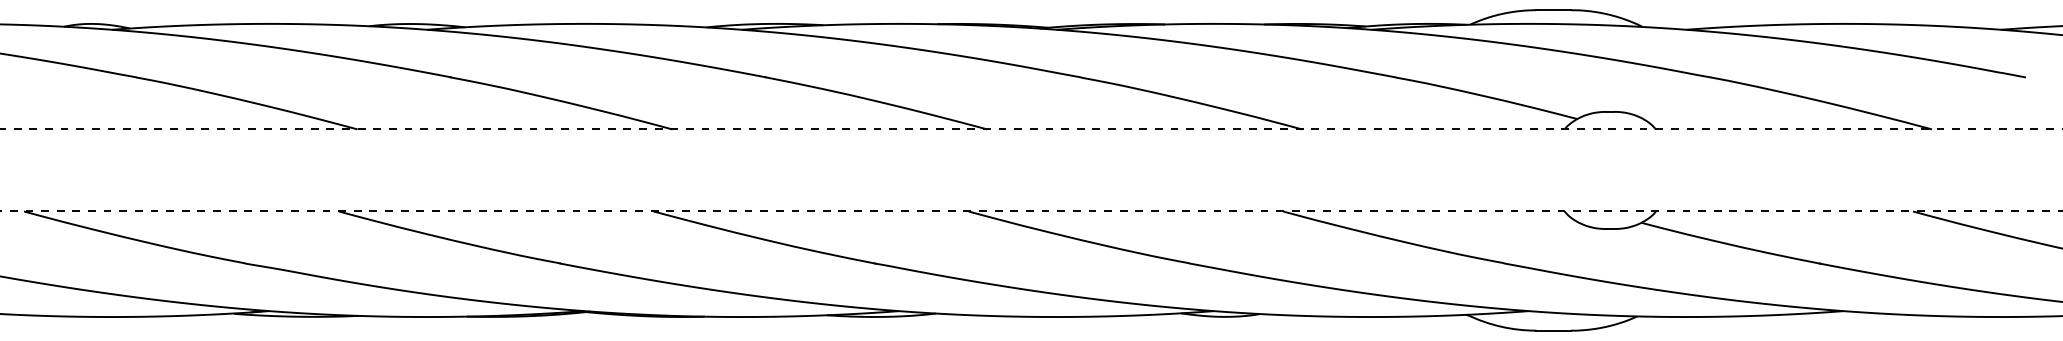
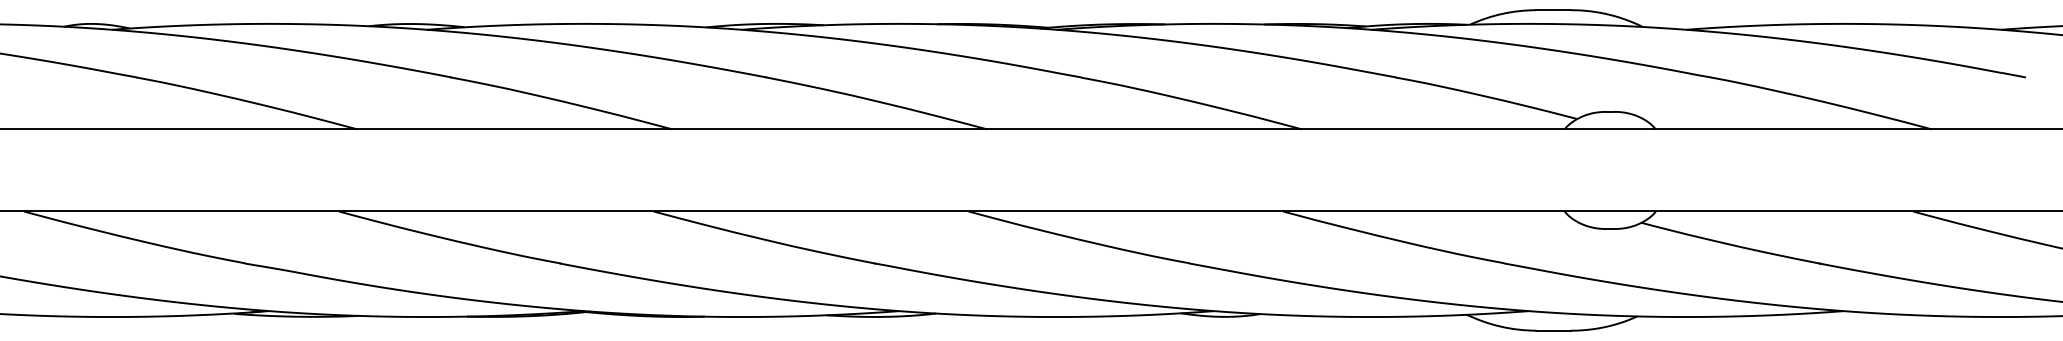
line at (1030, 129): dashed -> solid
line at (1031, 211): dashed -> solid
